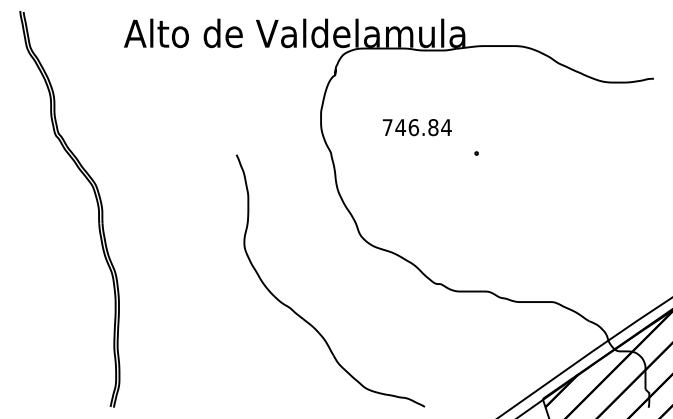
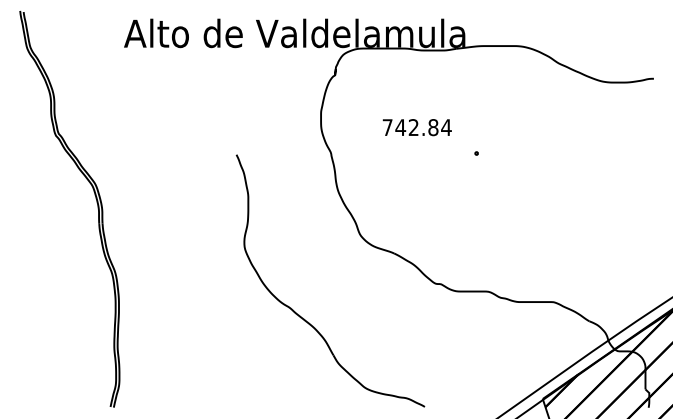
text at (413, 127): 746.84 -> 742.84
